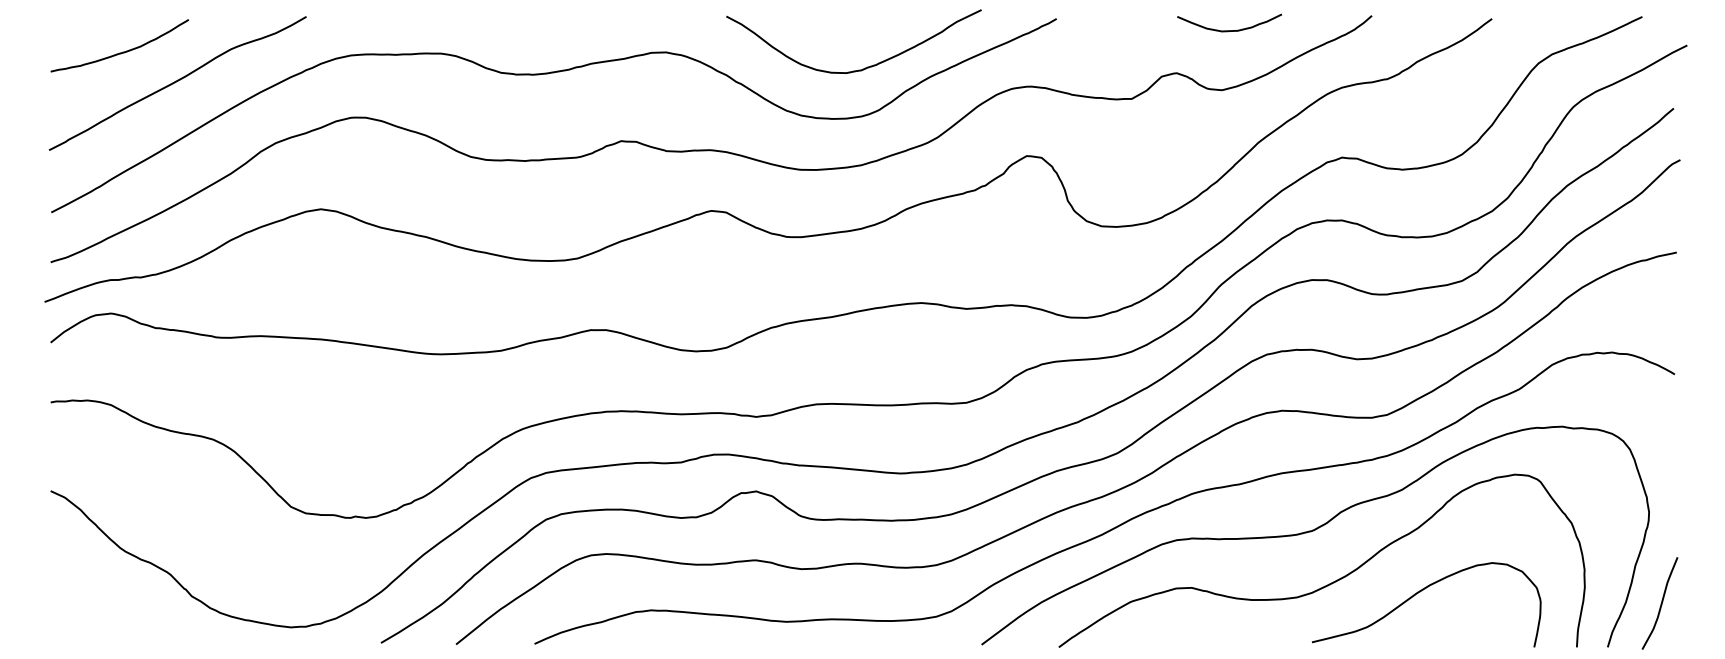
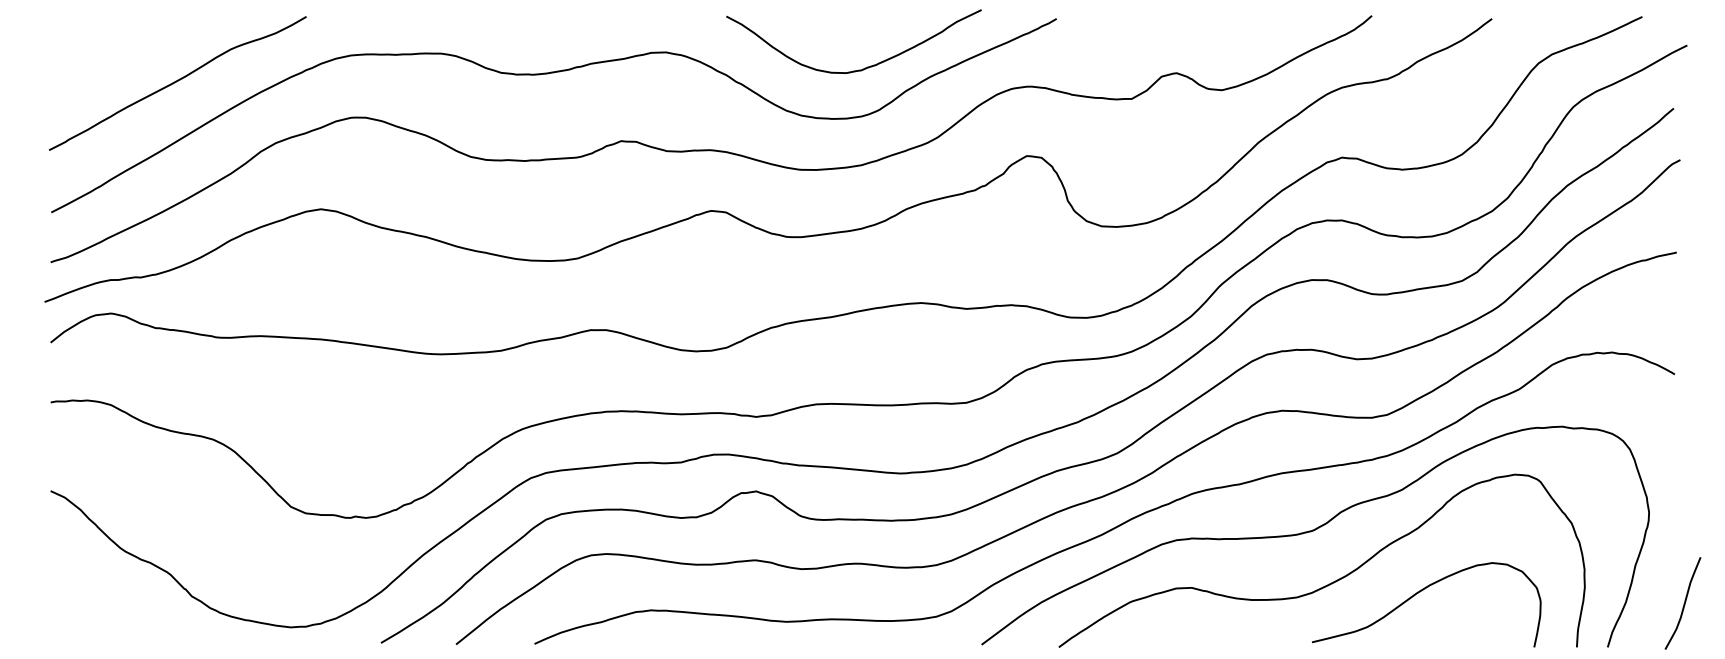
curve at (1229, 30): present -> none
curve at (119, 52): present -> none
curve at (1660, 603) position: (1660, 603) -> (1683, 603)
